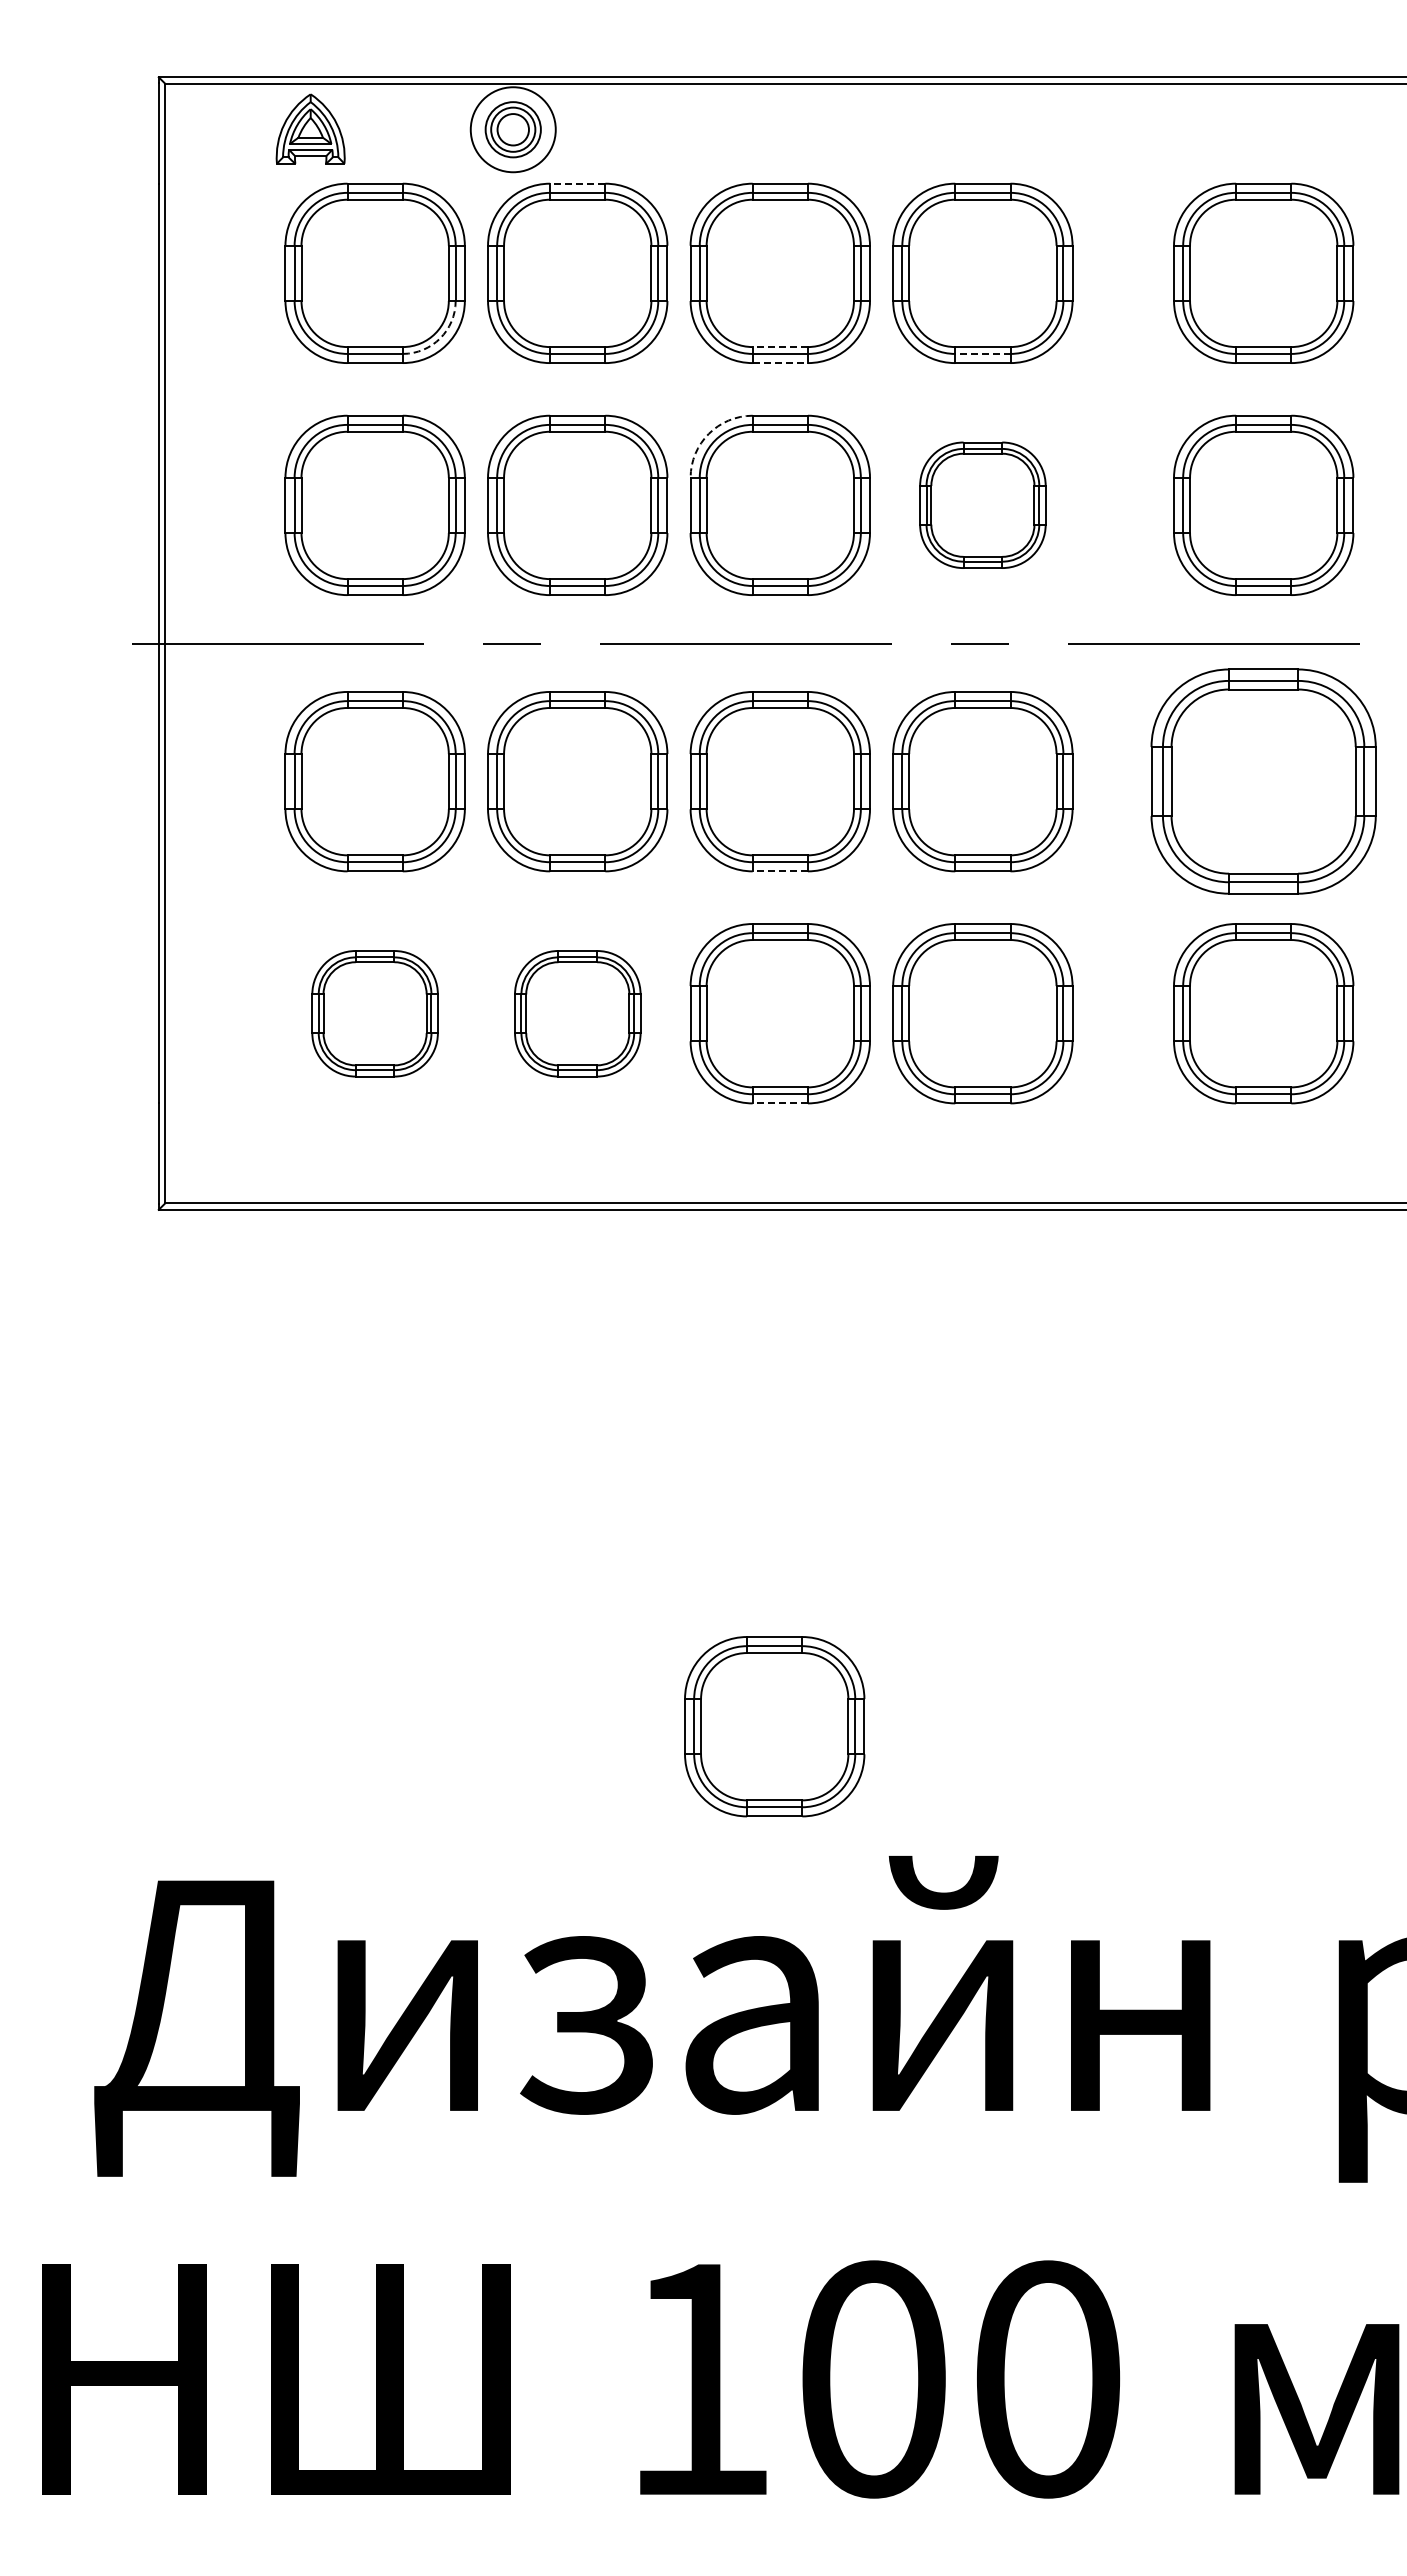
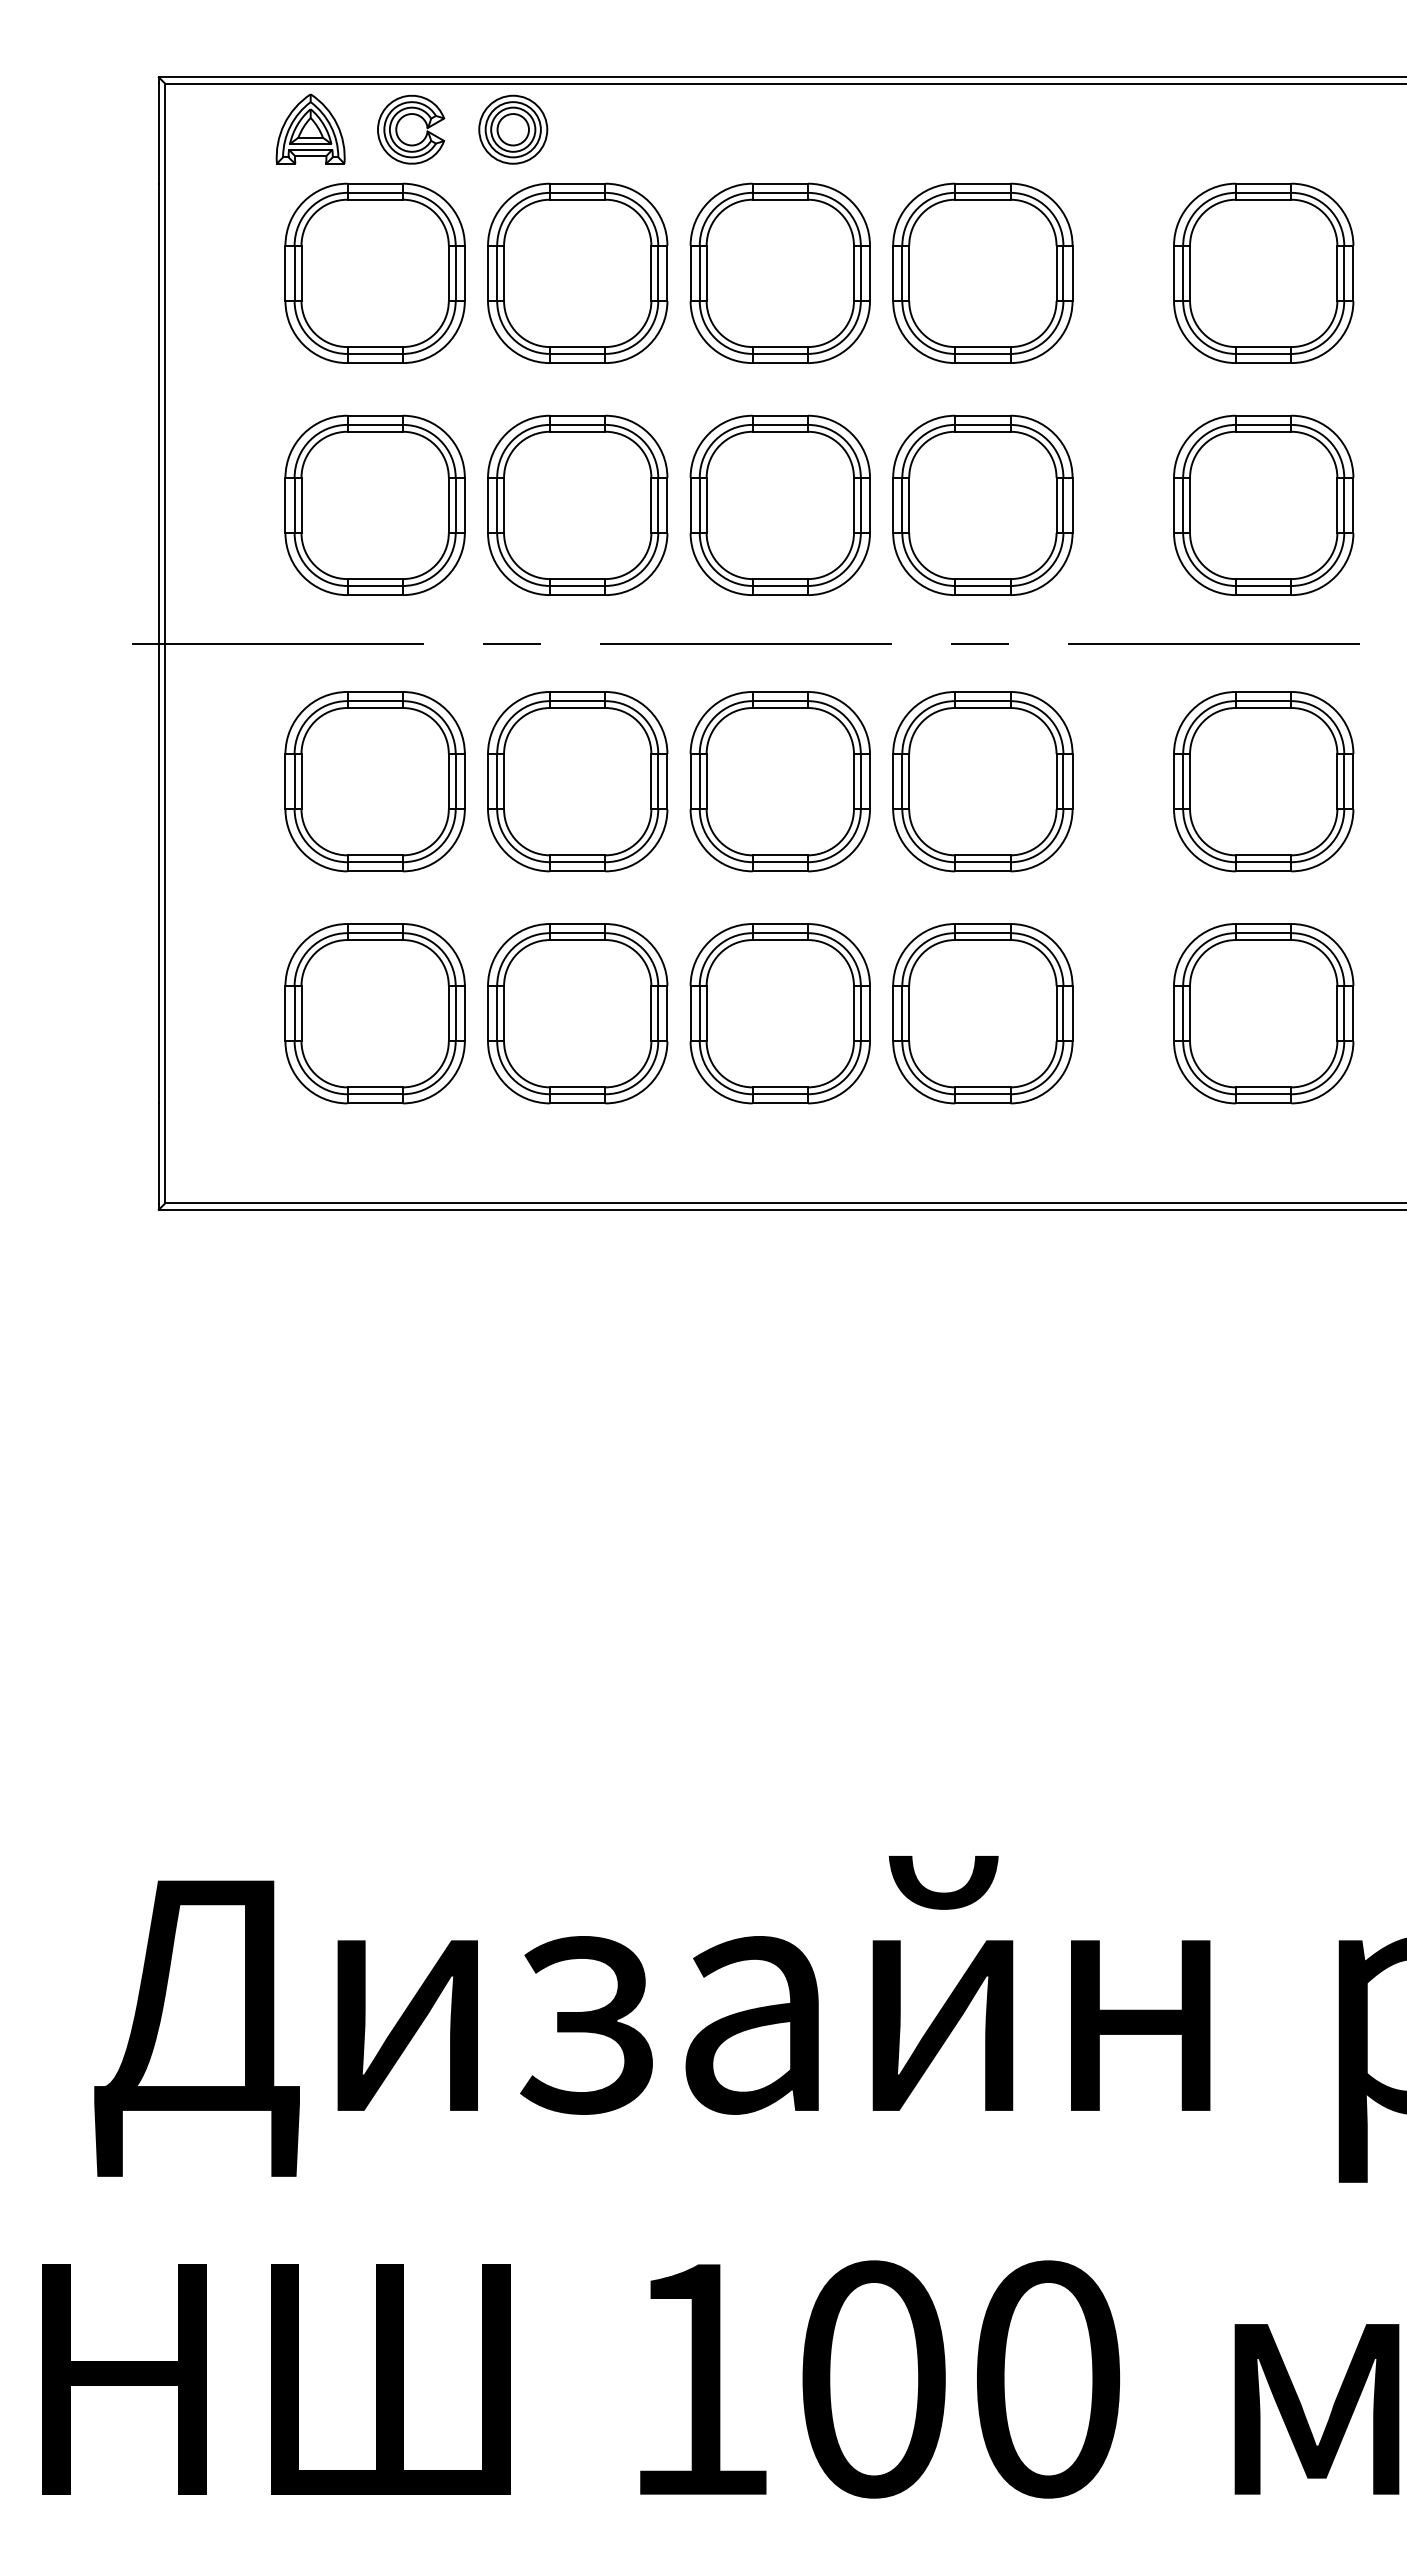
part at (411, 129): none -> present
circle at (512, 129) diameter: 85 px -> 68 px
line at (577, 183): dashed -> solid
arc at (440, 338): dashed -> solid
line at (780, 347): dashed -> solid
line at (982, 353): dashed -> solid
line at (780, 363): dashed -> solid
arc at (708, 433): dashed -> solid
part at (982, 504) size: 128x128 px -> 182x182 px
part at (1263, 781) size: 227x227 px -> 182x182 px
line at (780, 871): dashed -> solid
part at (374, 1013) size: 128x128 px -> 182x182 px
part at (577, 1013) size: 128x128 px -> 182x182 px
line at (780, 1103): dashed -> solid
part at (774, 1726): present -> none
